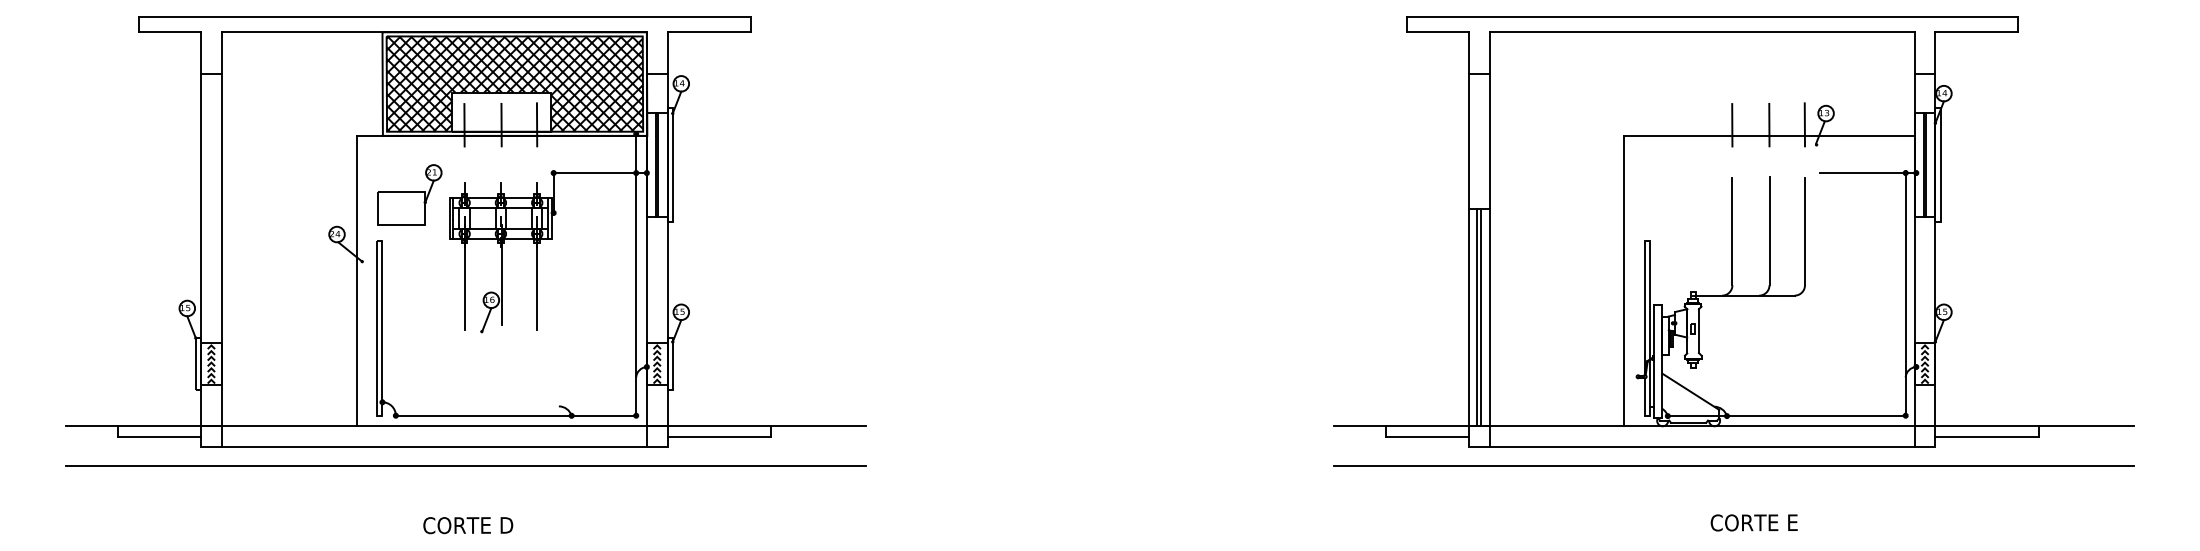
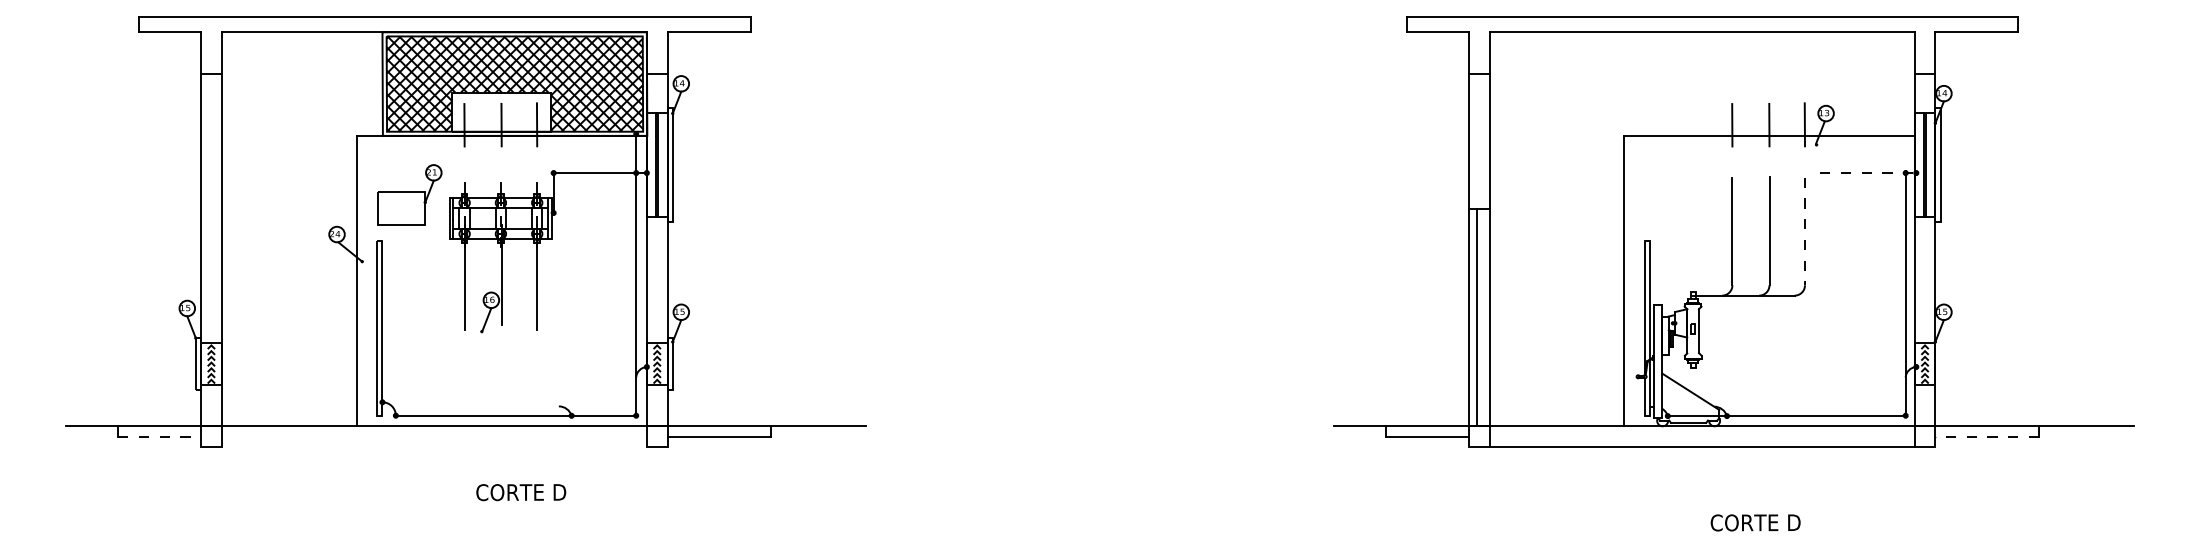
line at (1868, 173): solid -> dashed
line at (1805, 231): solid -> dashed
line at (1481, 317): present -> none
line at (160, 436): solid -> dashed
line at (1987, 436): solid -> dashed
line at (433, 447): present -> none
line at (465, 466): present -> none
line at (1733, 466): present -> none
text at (1795, 522): CORTE E -> CORTE D
text at (468, 525) position: (468, 525) -> (521, 492)
